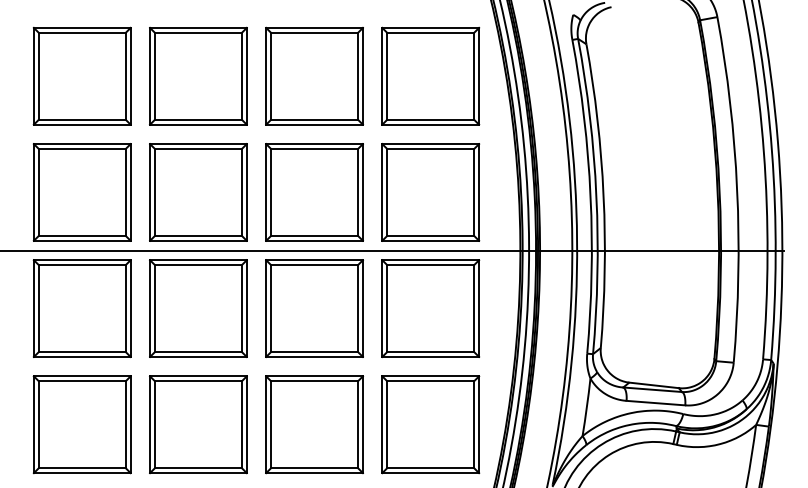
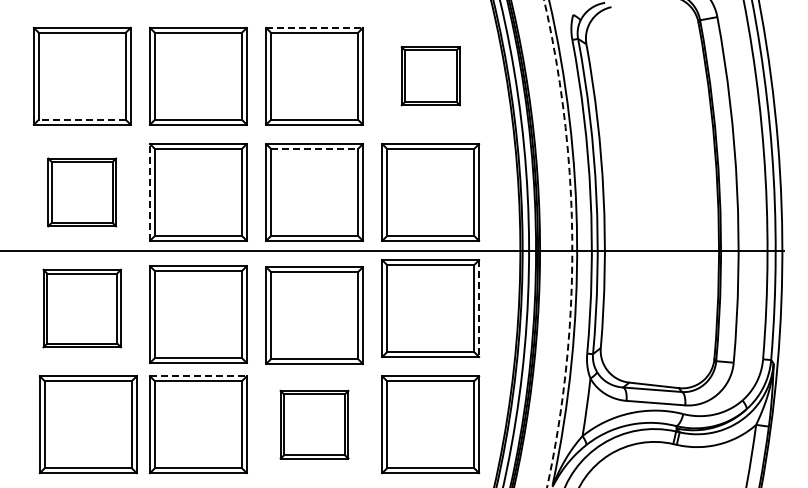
line at (315, 27): solid -> dashed
part at (430, 75) size: 100x100 px -> 61x61 px
line at (82, 120): solid -> dashed
line at (314, 148): solid -> dashed
line at (150, 191): solid -> dashed
part at (81, 192) size: 100x99 px -> 71x71 px
arc at (572, 242): solid -> dashed
part at (81, 308) size: 100x99 px -> 80x81 px
part at (198, 308) position: (198, 308) -> (198, 314)
part at (314, 308) position: (314, 308) -> (314, 315)
line at (479, 309): solid -> dashed
line at (198, 376): solid -> dashed
part at (81, 424) position: (81, 424) -> (87, 424)
part at (314, 424) size: 99x100 px -> 71x71 px
